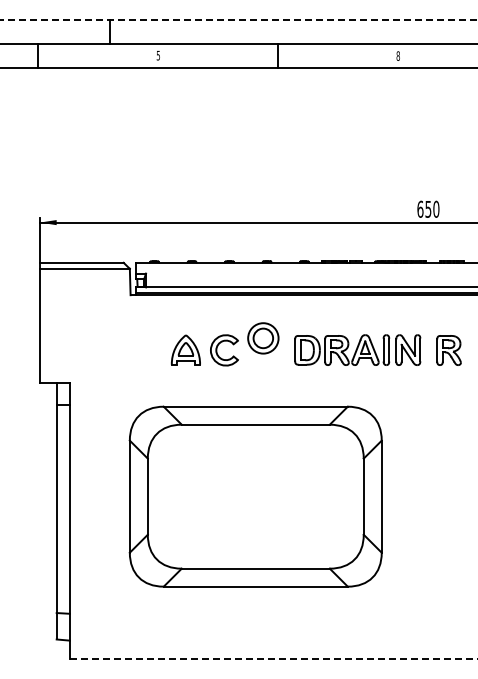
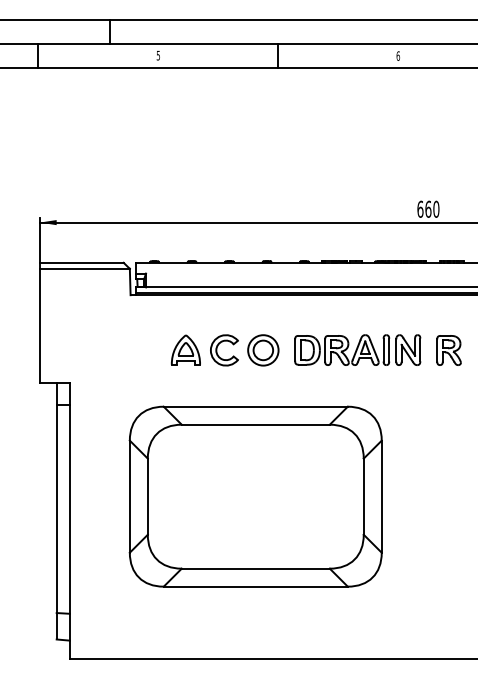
line at (239, 20): dashed -> solid
text at (397, 55): 8 -> 6
text at (428, 208): 650 -> 660
part at (263, 338) position: (263, 338) -> (263, 350)
line at (273, 658): dashed -> solid
